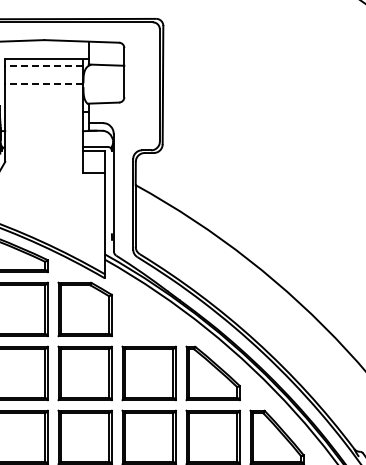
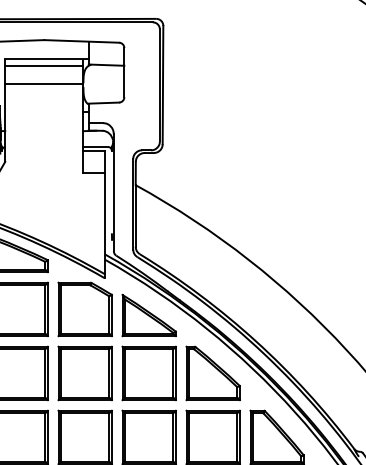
line at (43, 65): dashed -> solid
line at (43, 83): dashed -> solid
part at (148, 315): none -> present
